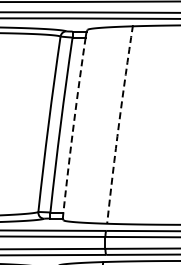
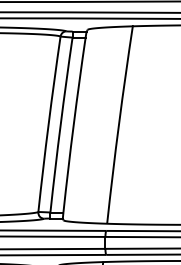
arc at (73, 124): dashed -> solid
arc at (119, 124): dashed -> solid
